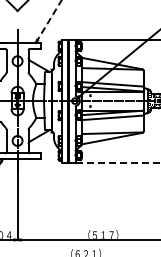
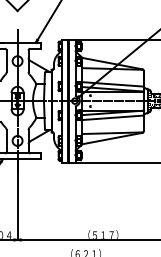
line at (49, 21): dashed -> solid
line at (118, 162): dashed -> solid
